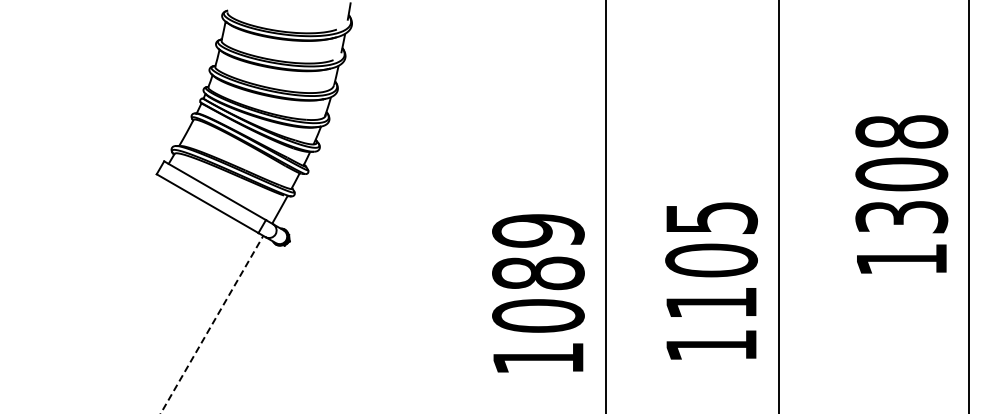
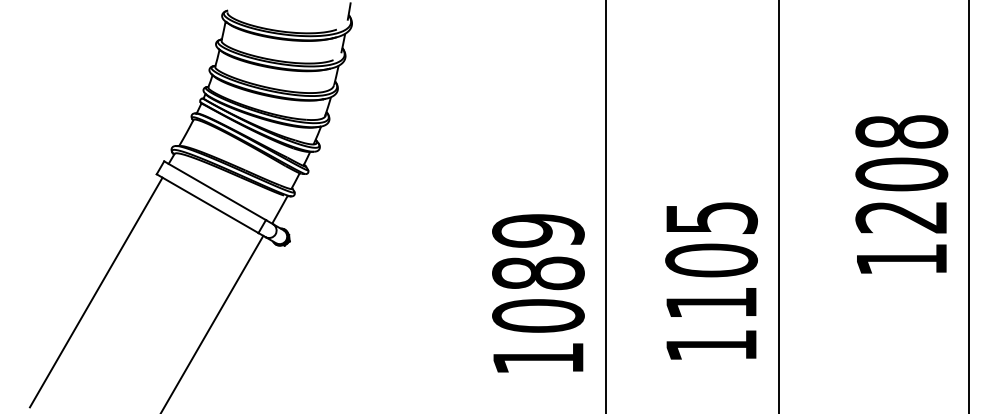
text at (901, 217): 1308 -> 1208
line at (95, 292): none -> present
line at (212, 324): dashed -> solid
